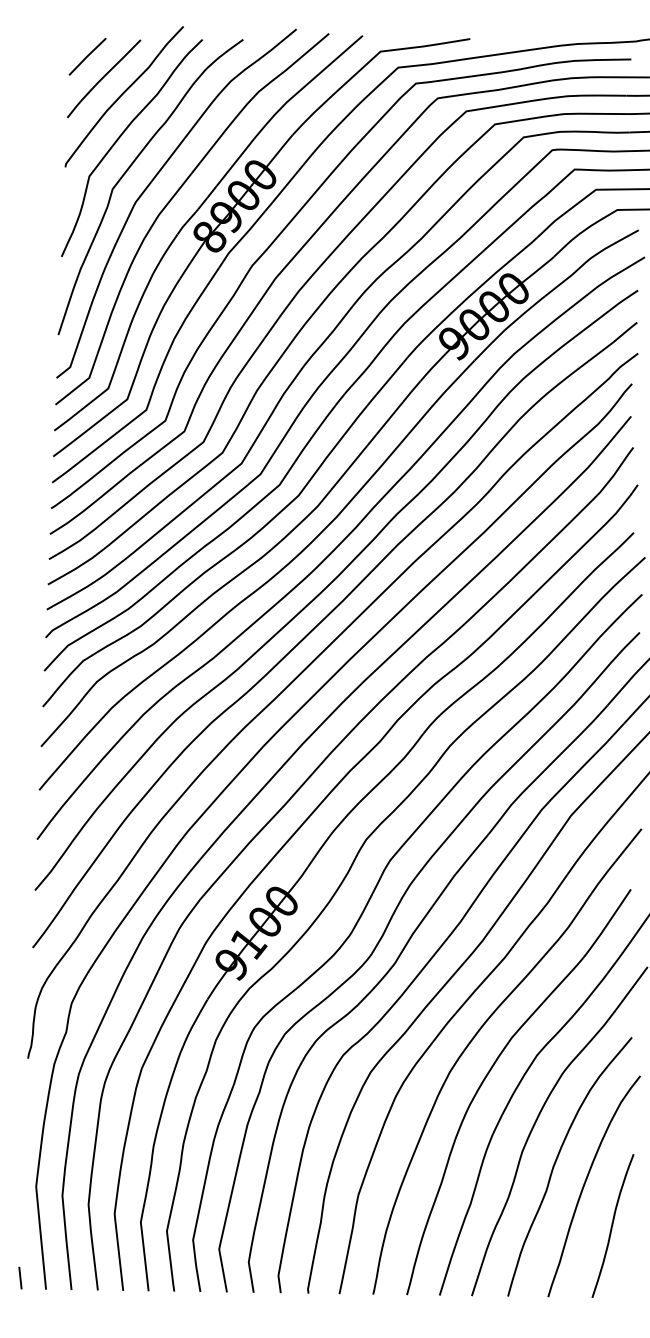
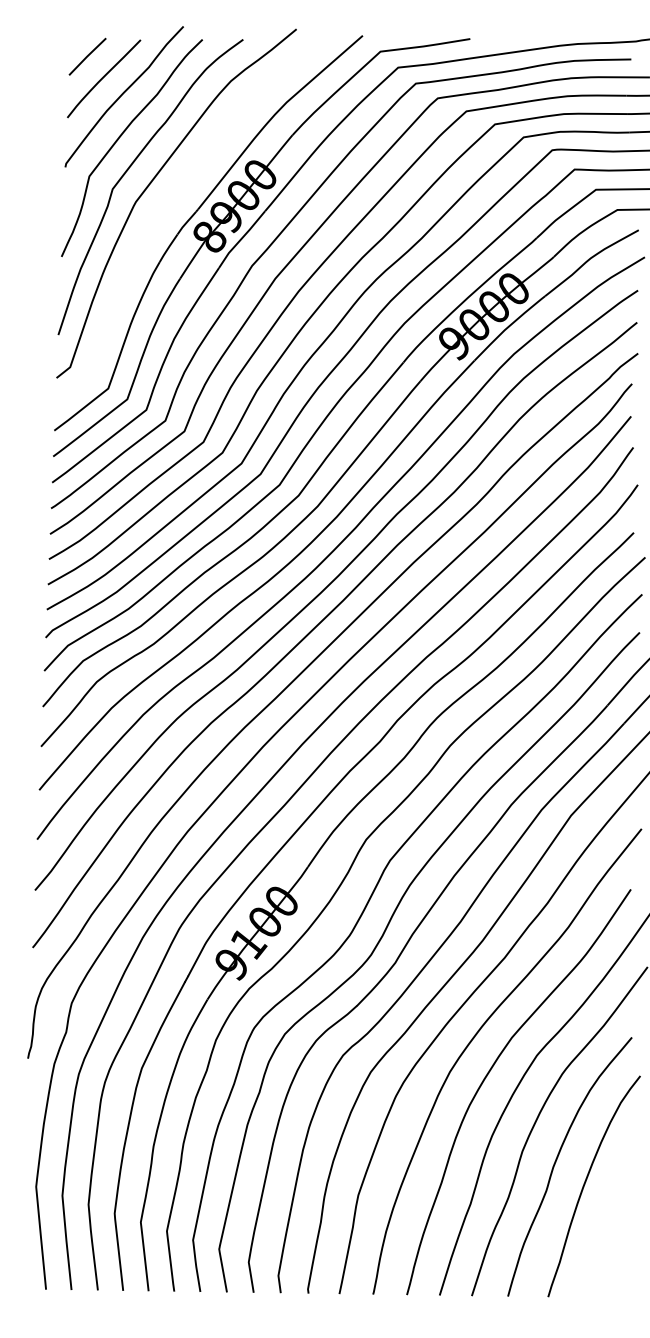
curve at (169, 203): present -> none
curve at (612, 1225): present -> none
line at (20, 1277): present -> none
